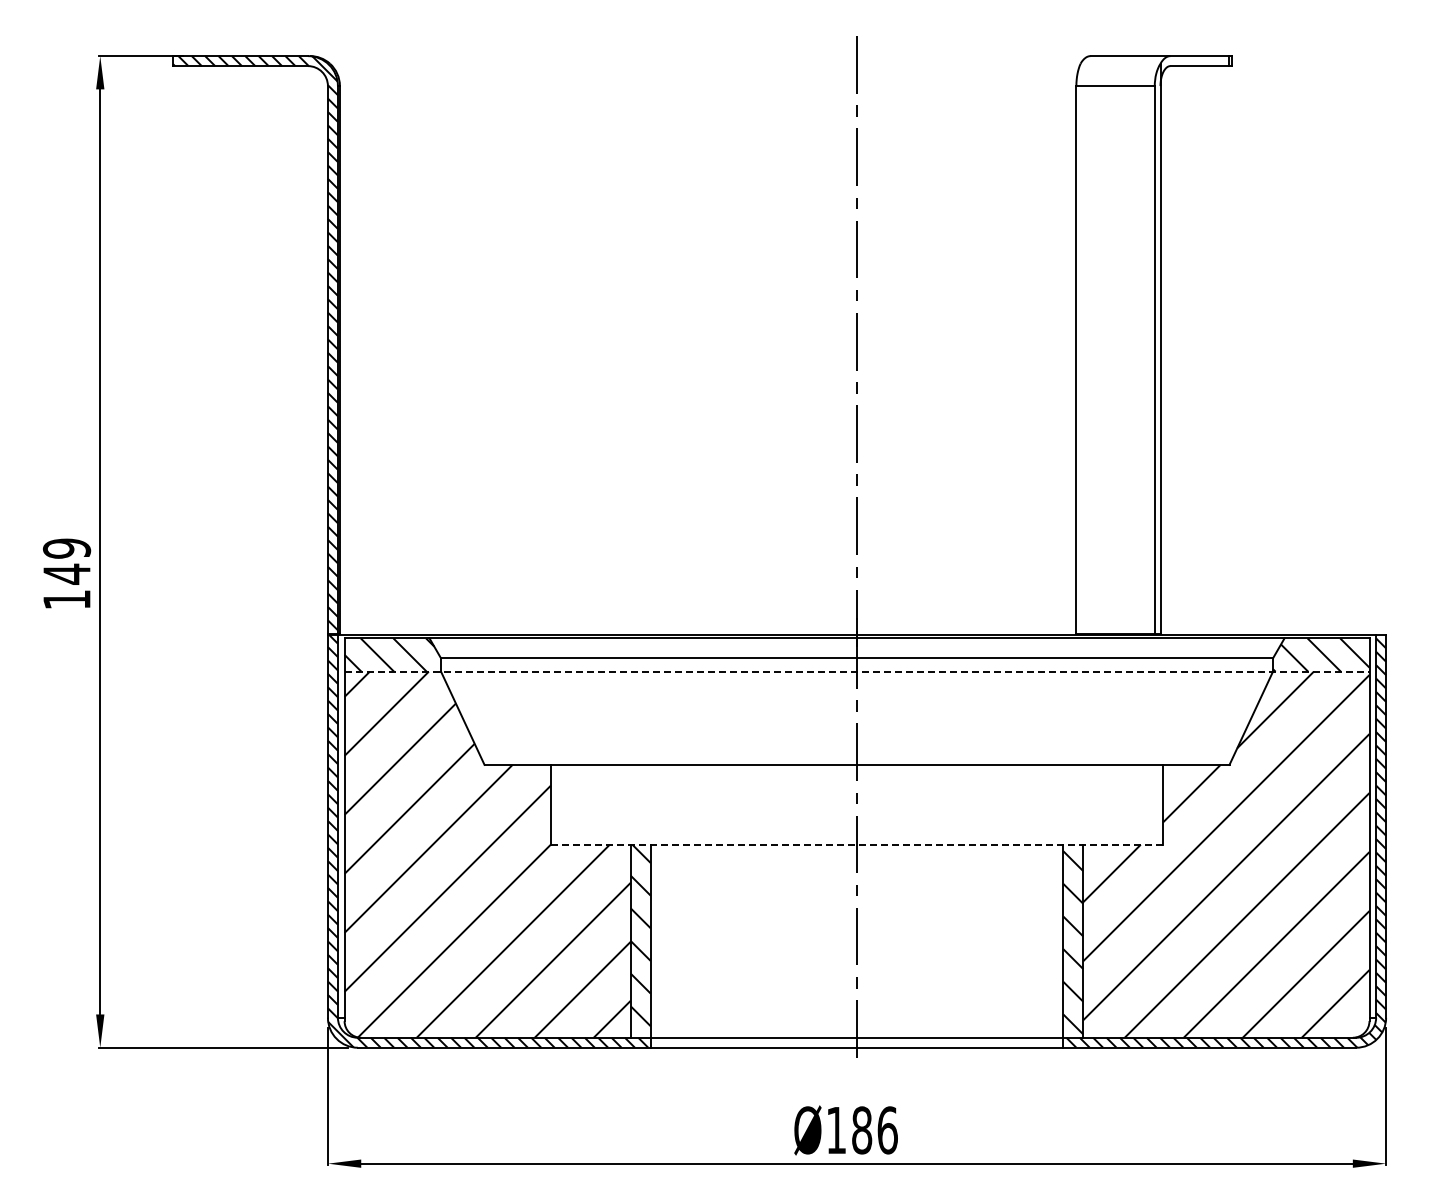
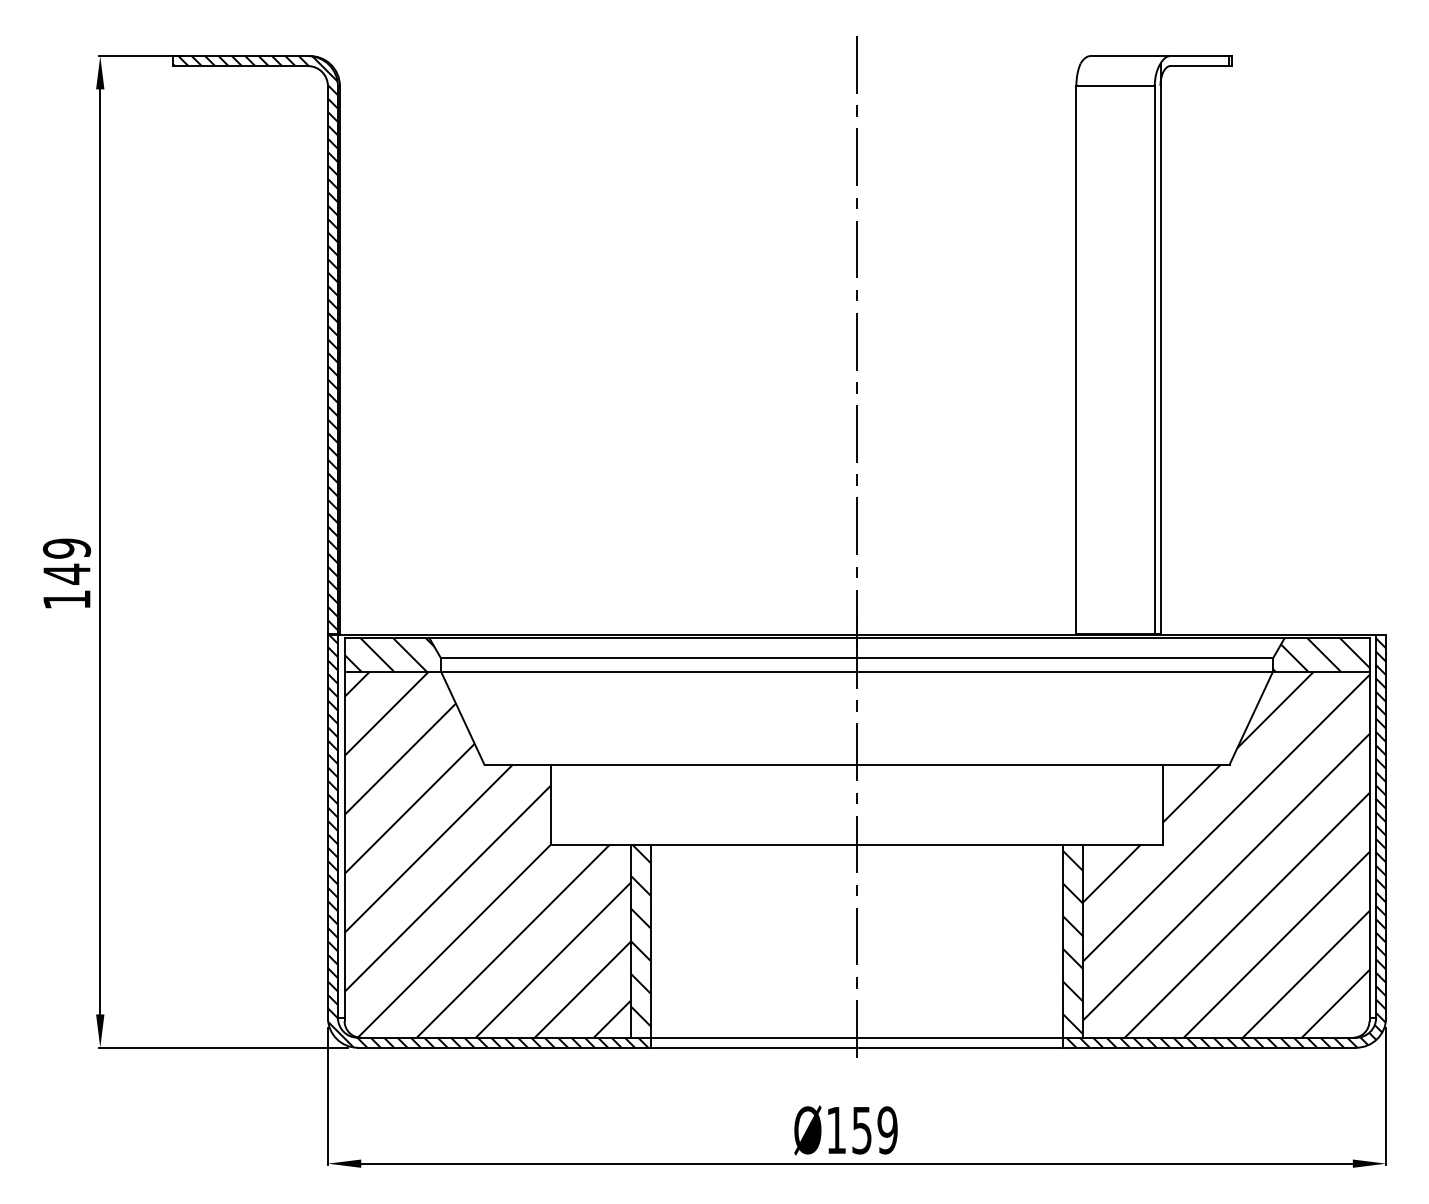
line at (857, 671): dashed -> solid
line at (857, 844): dashed -> solid
text at (874, 1130): Ø186 -> Ø159
